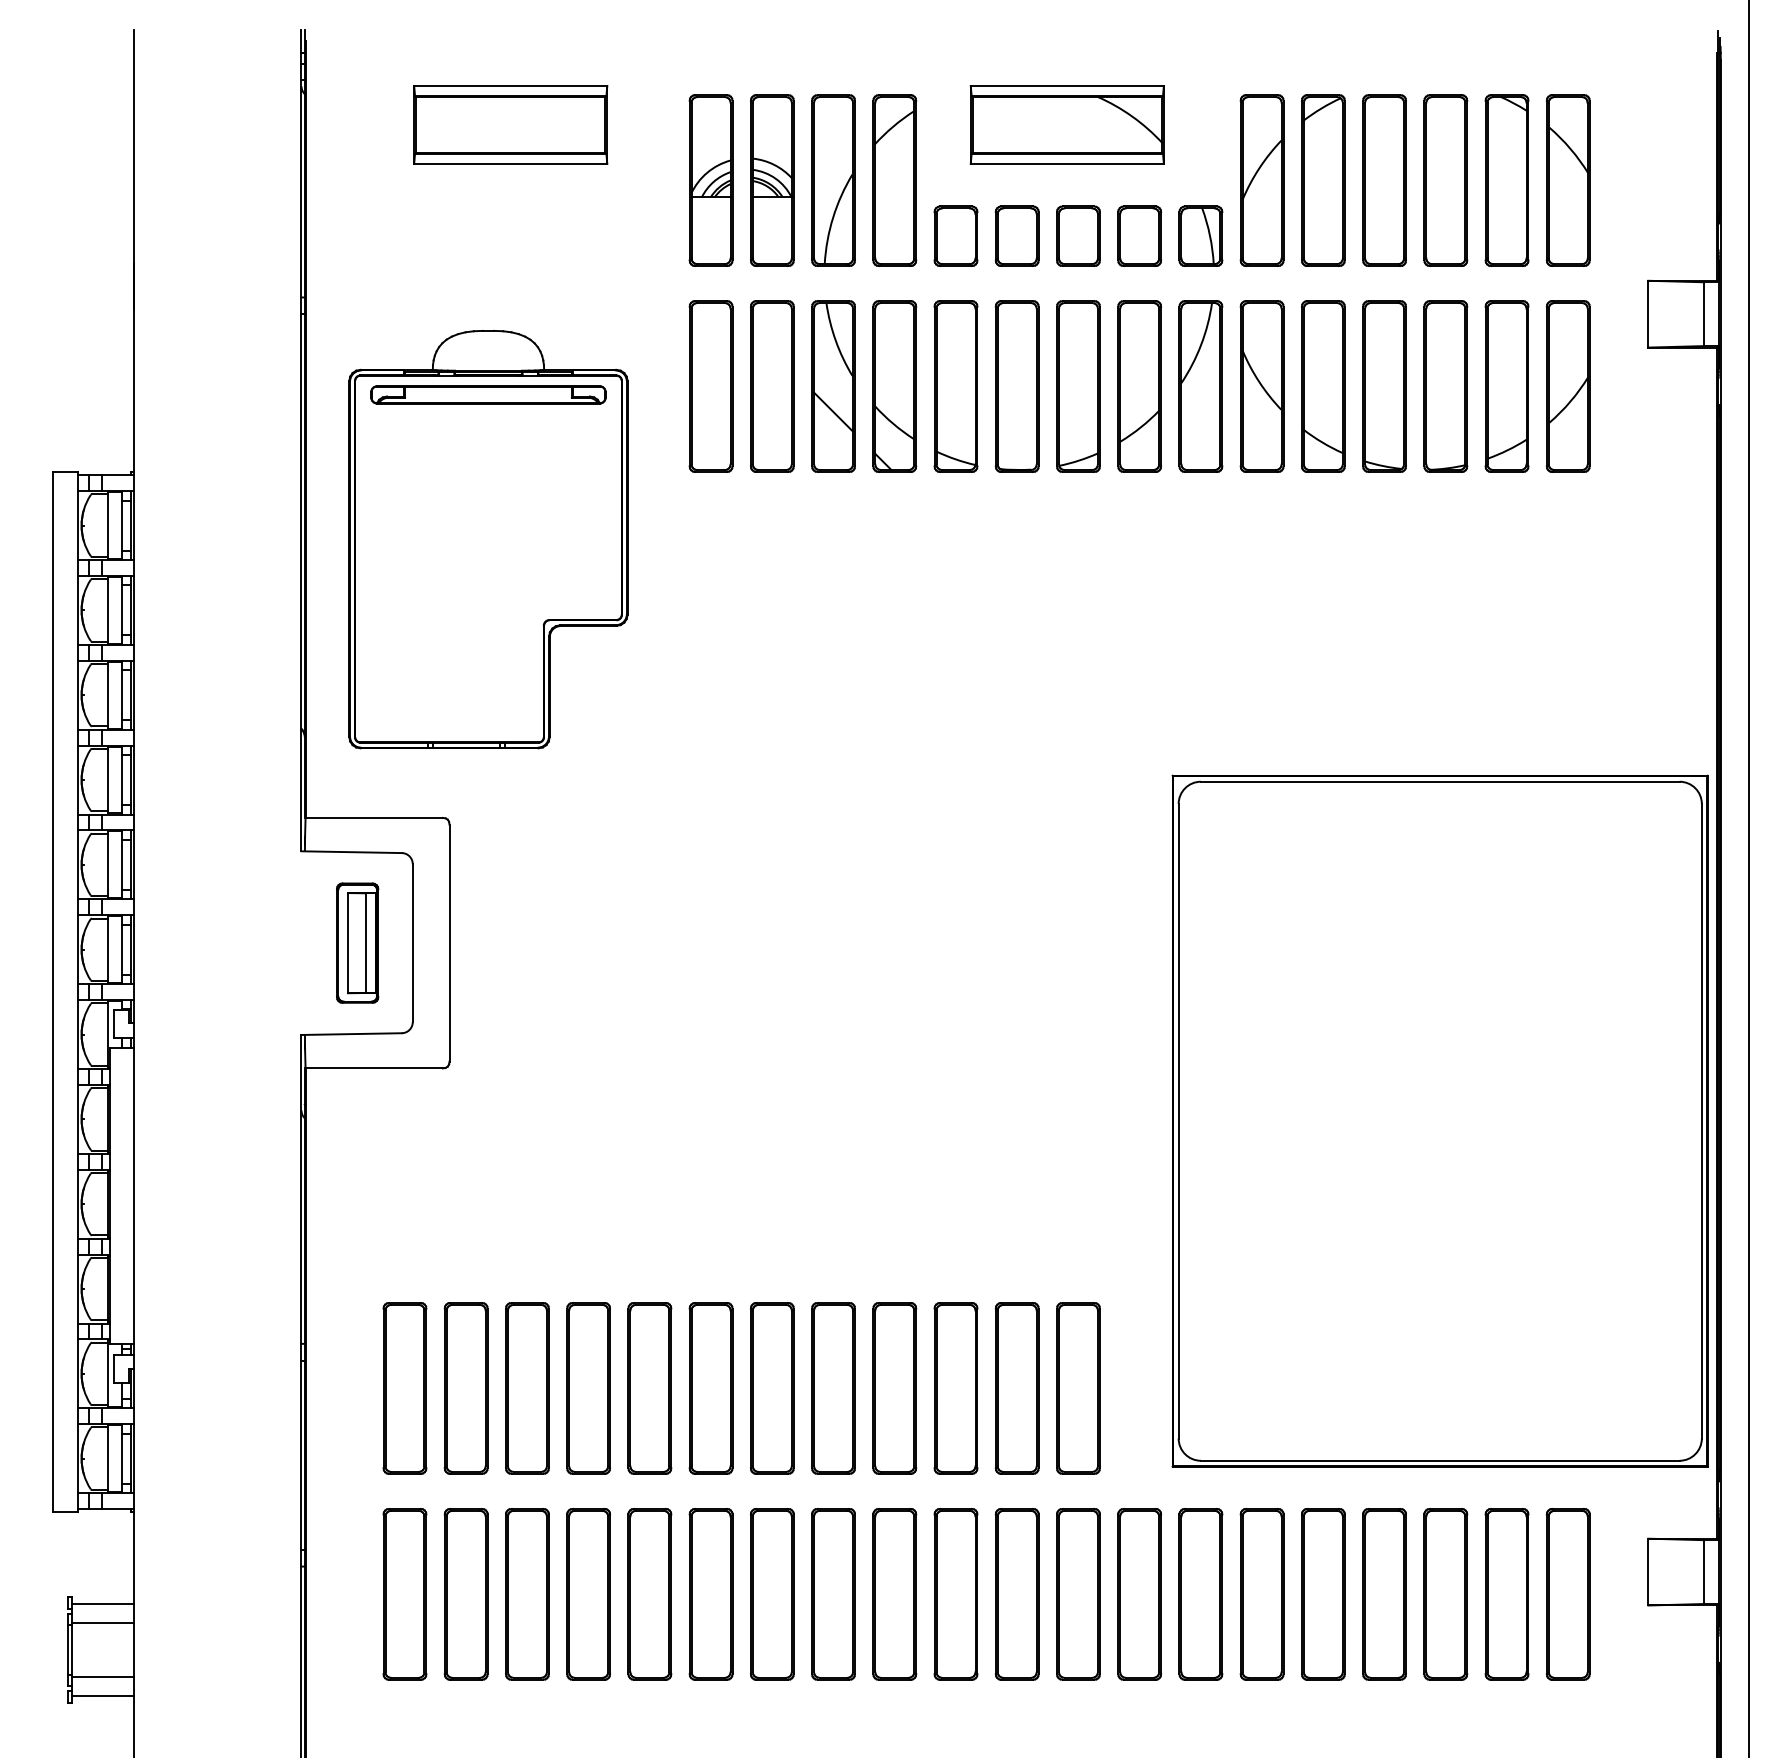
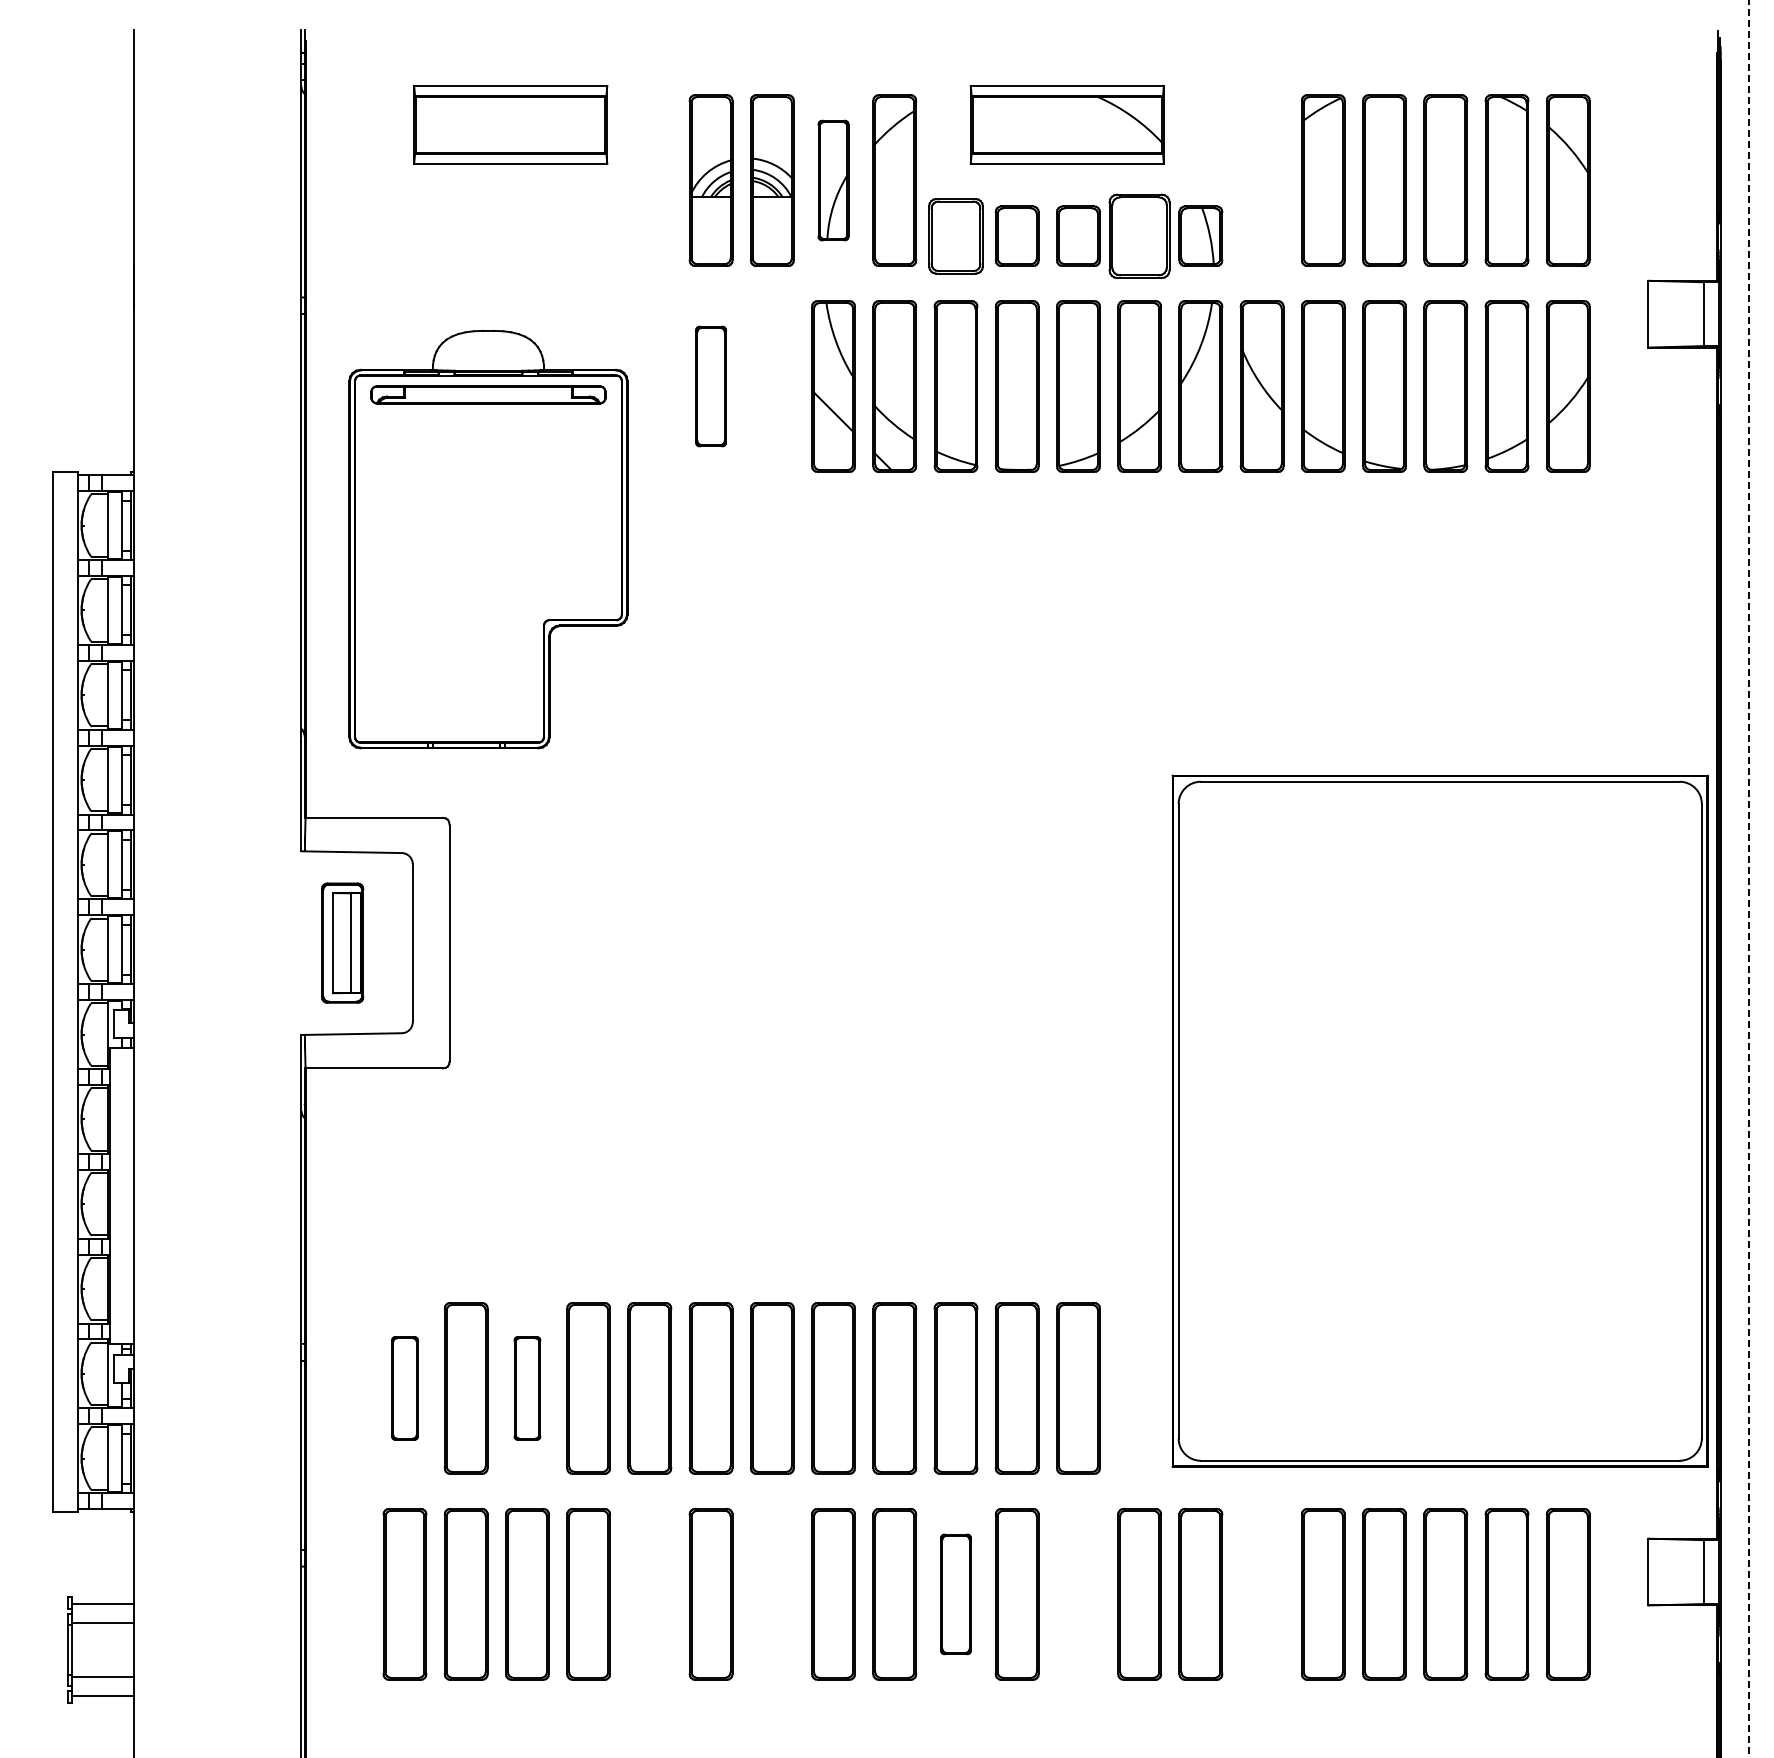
part at (833, 180) size: 45x173 px -> 33x123 px
part at (1261, 180): present -> none
part at (955, 235) size: 46x62 px -> 56x77 px
part at (1139, 235) size: 46x62 px -> 63x86 px
part at (710, 386) size: 46x173 px -> 32x123 px
part at (772, 386): present -> none
line at (1748, 878): solid -> dashed
part at (357, 942) position: (357, 942) -> (342, 942)
part at (404, 1388) size: 46x173 px -> 28x105 px
part at (527, 1388) size: 45x173 px -> 29x105 px
part at (649, 1594): present -> none
part at (772, 1594): present -> none
part at (955, 1594) size: 46x173 px -> 32x123 px
part at (1078, 1594): present -> none
part at (1261, 1594): present -> none
